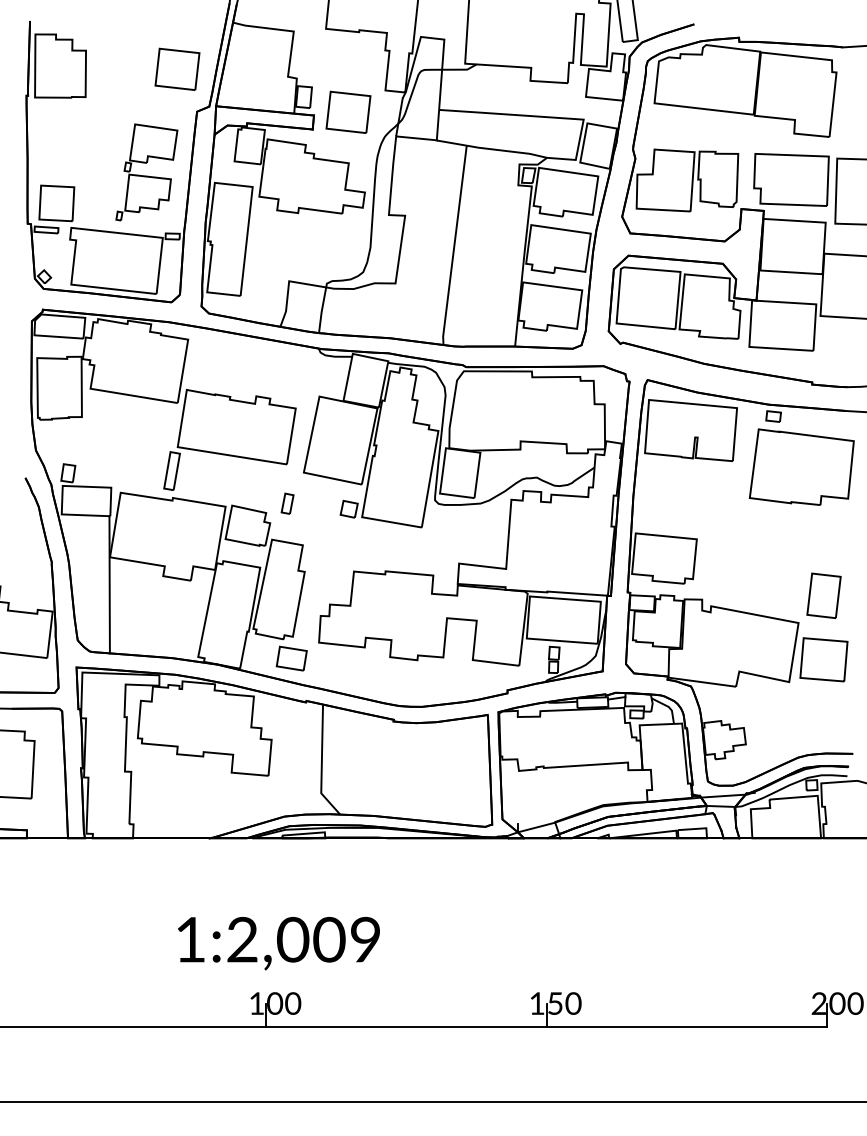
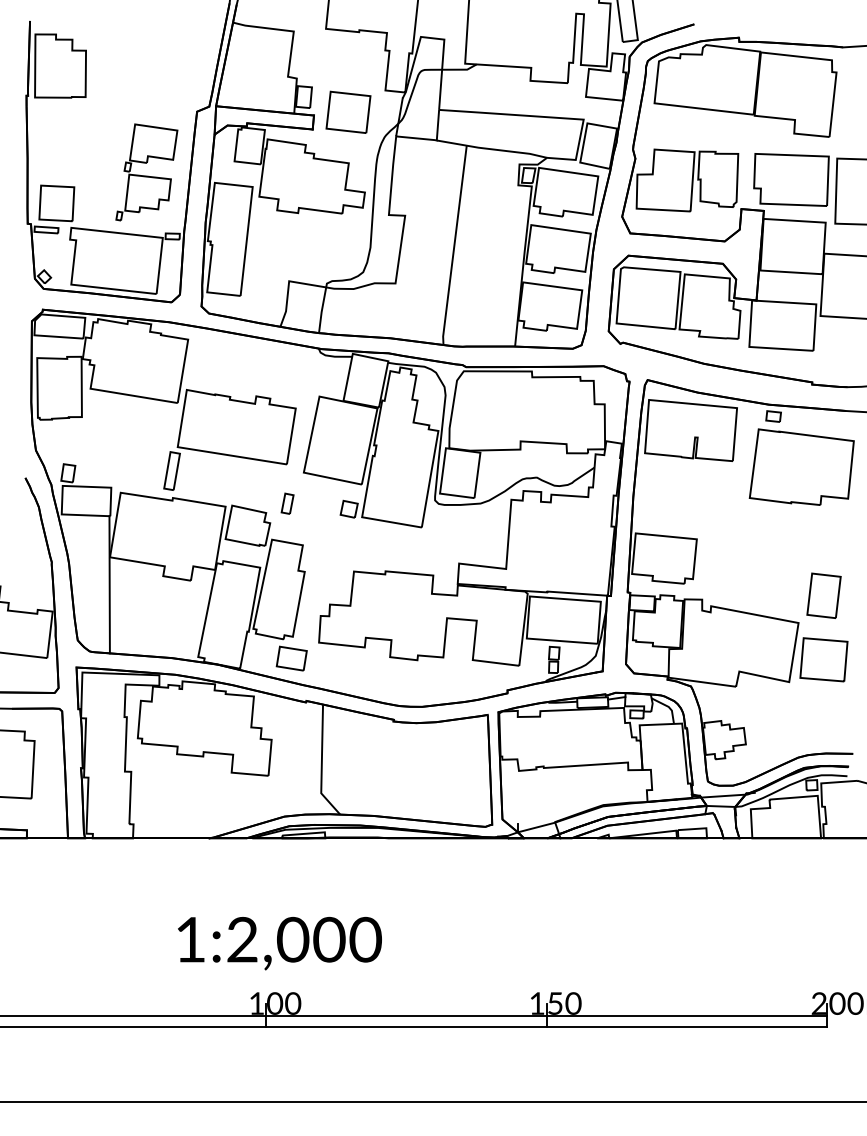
part at (177, 68): present -> none
text at (365, 940): 1:2,009 -> 1:2,000
line at (414, 1015): none -> present
